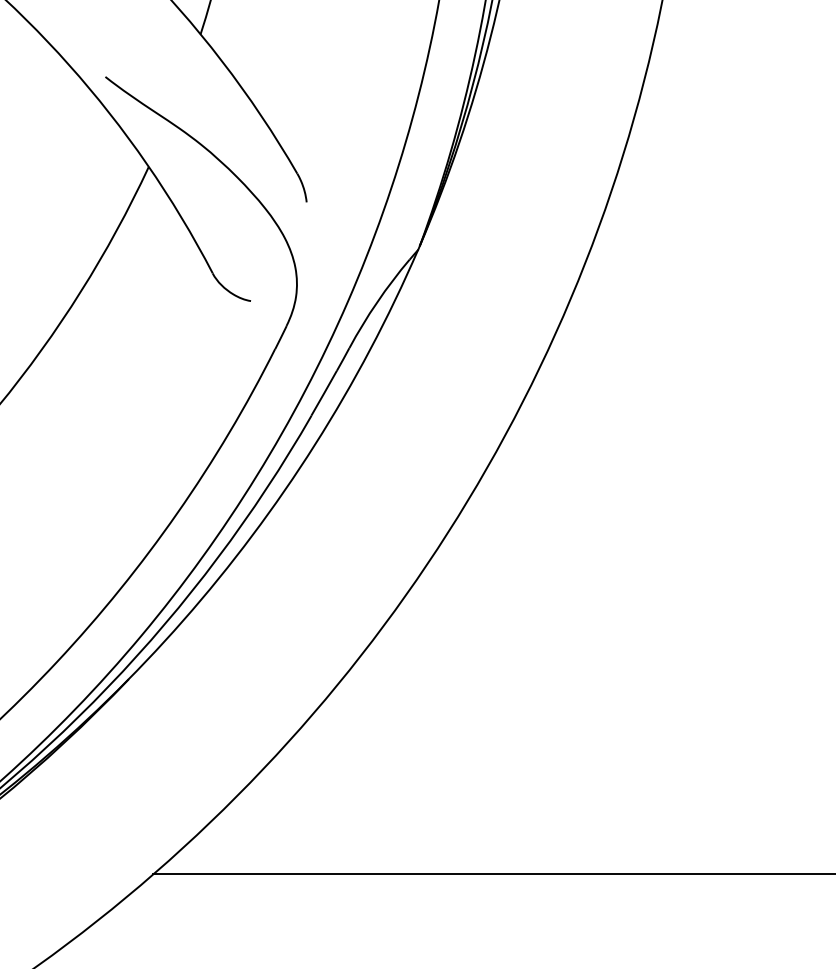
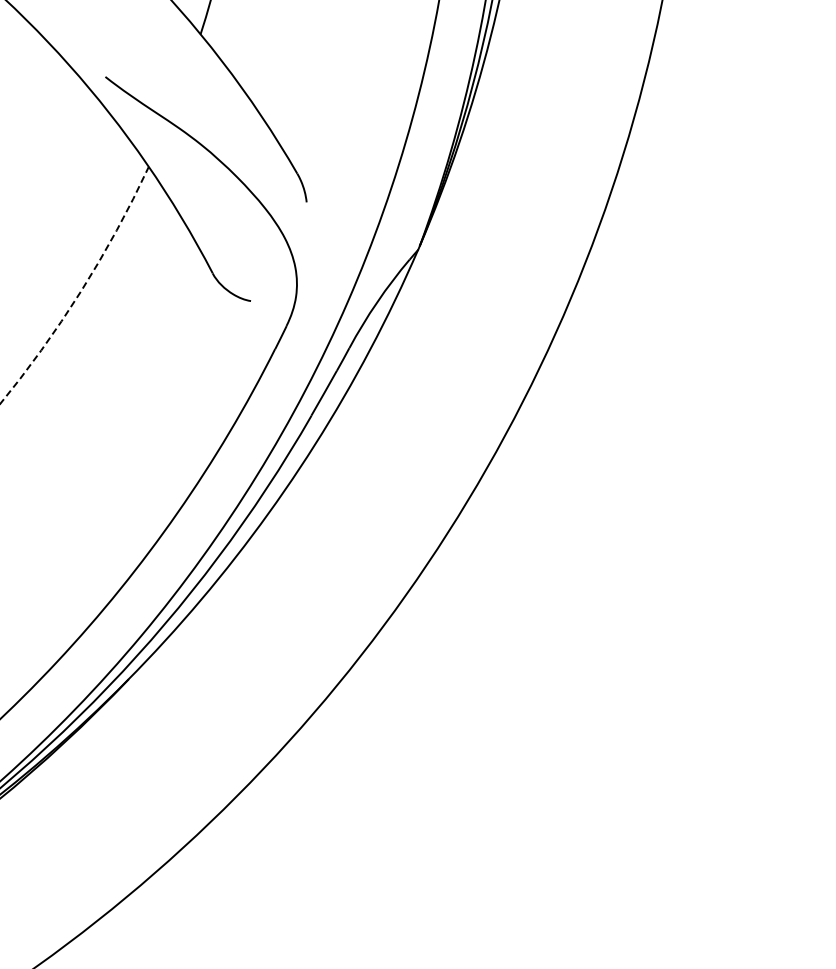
arc at (81, 290): solid -> dashed
line at (492, 874): present -> none
